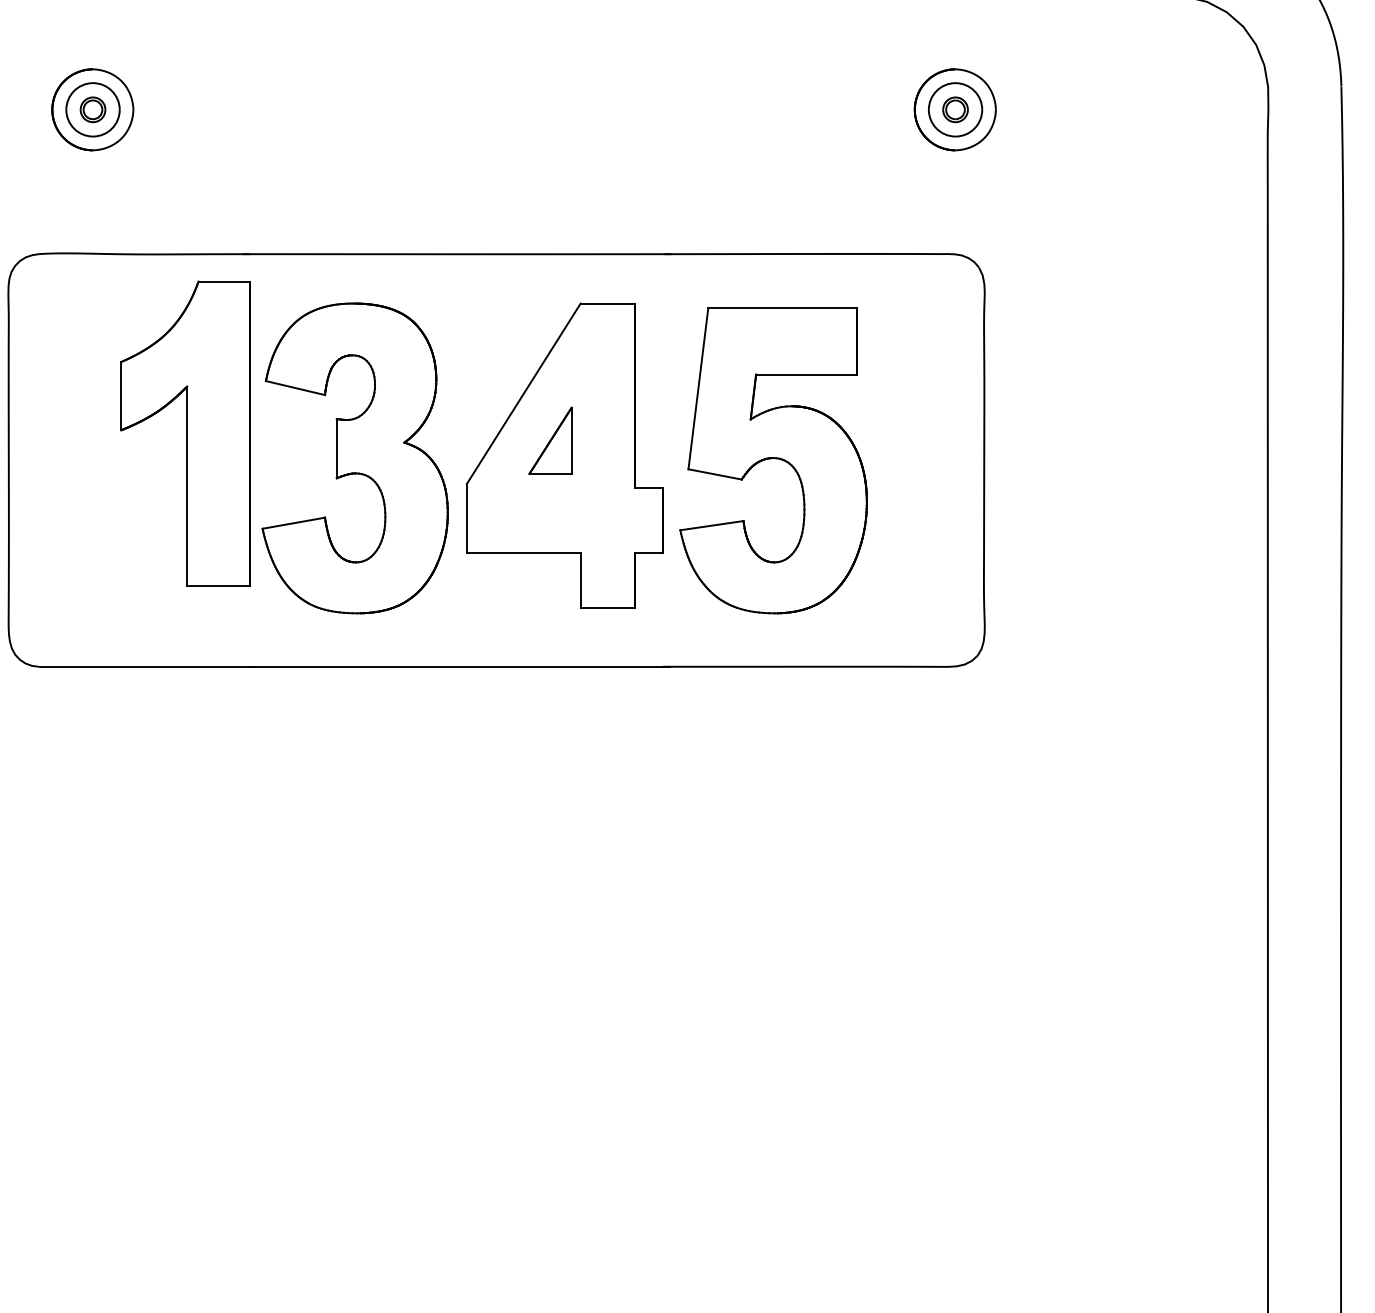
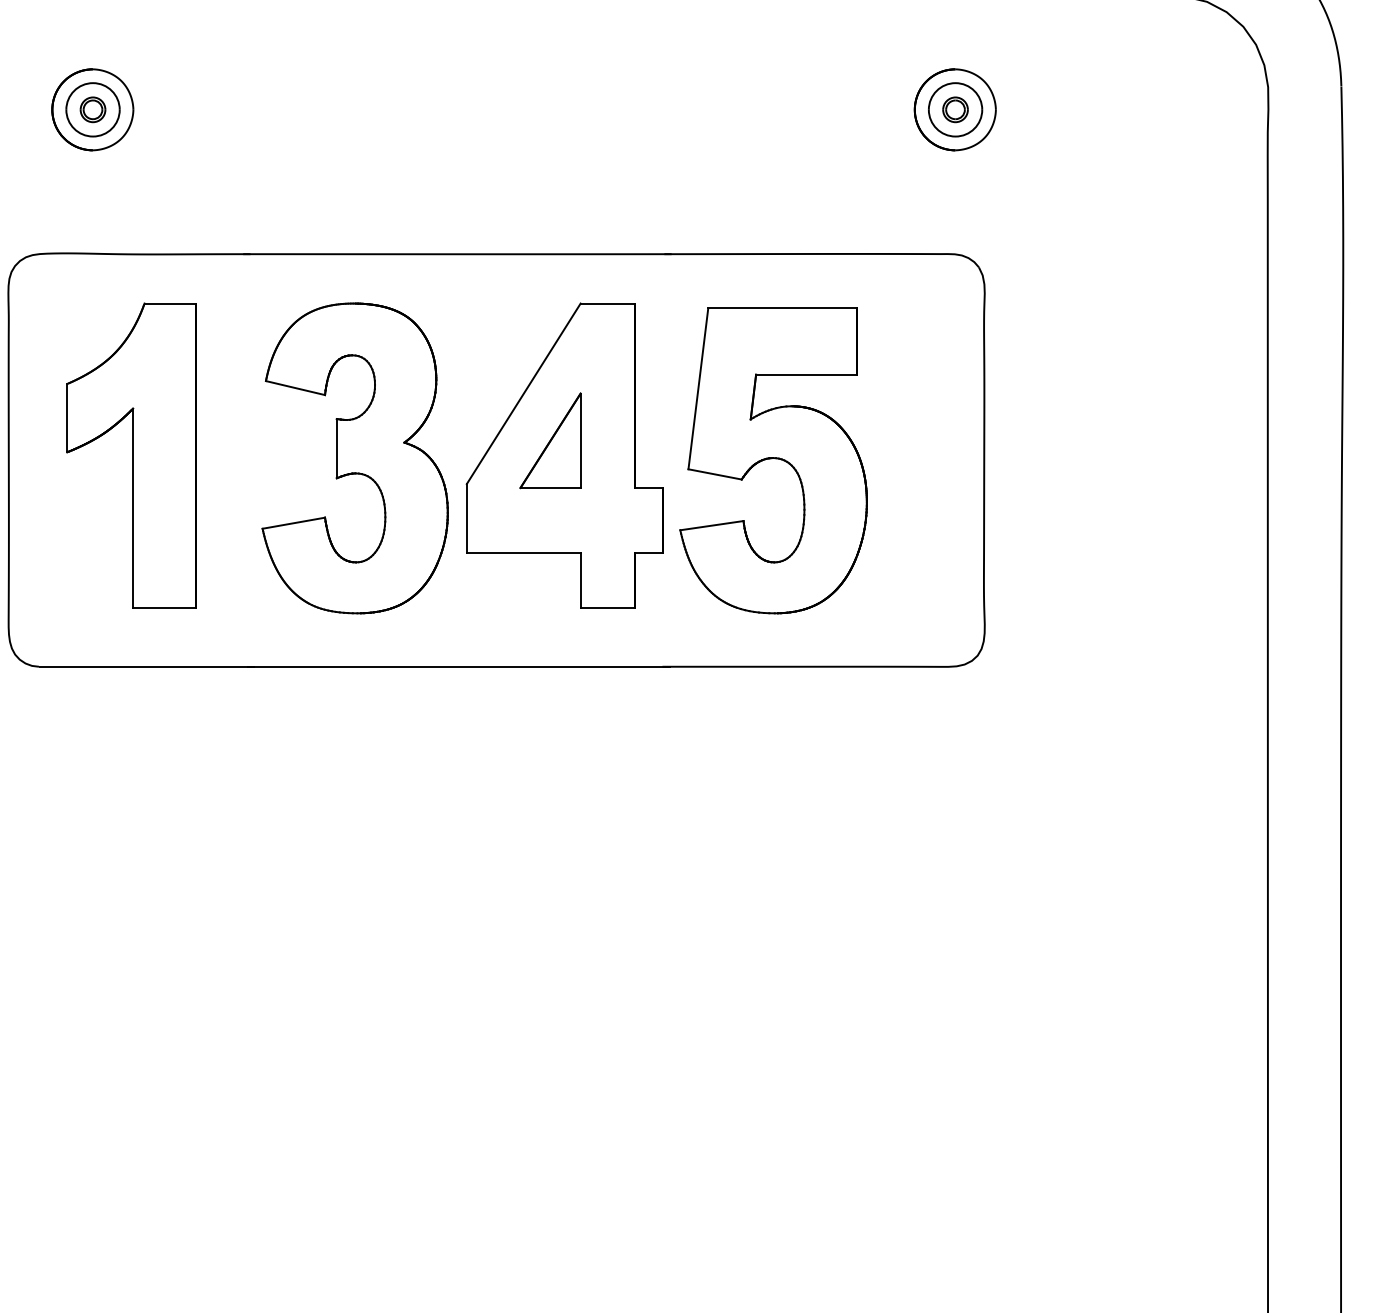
part at (185, 433) position: (185, 433) -> (131, 455)
part at (550, 440) size: 45x69 px -> 63x98 px
